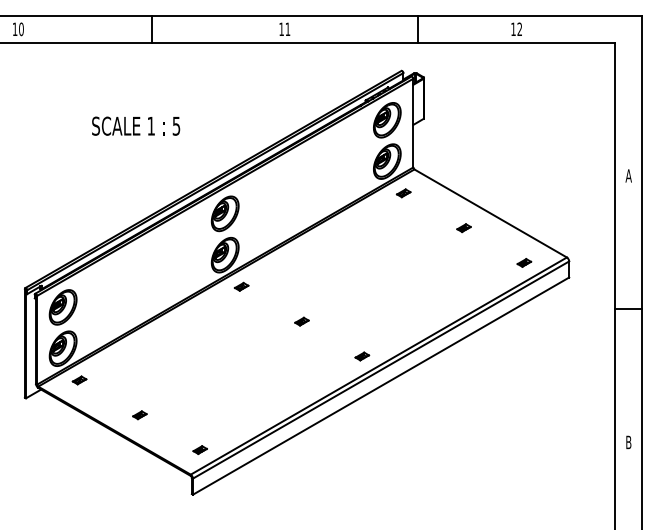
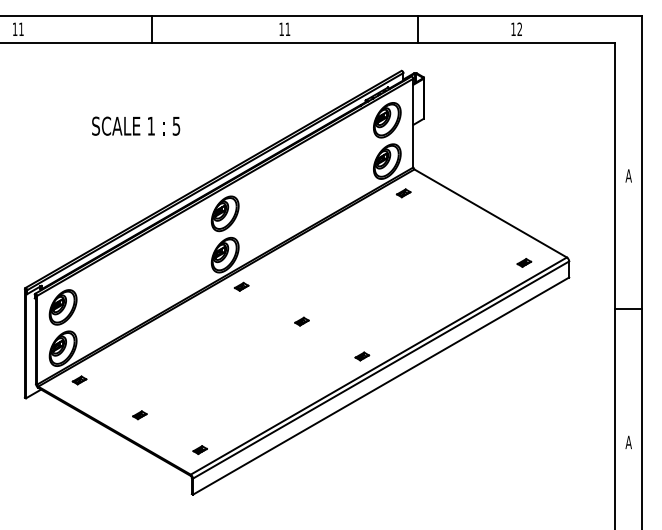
text at (21, 29): 10 -> 11
part at (463, 228): present -> none
text at (628, 442): B -> A
